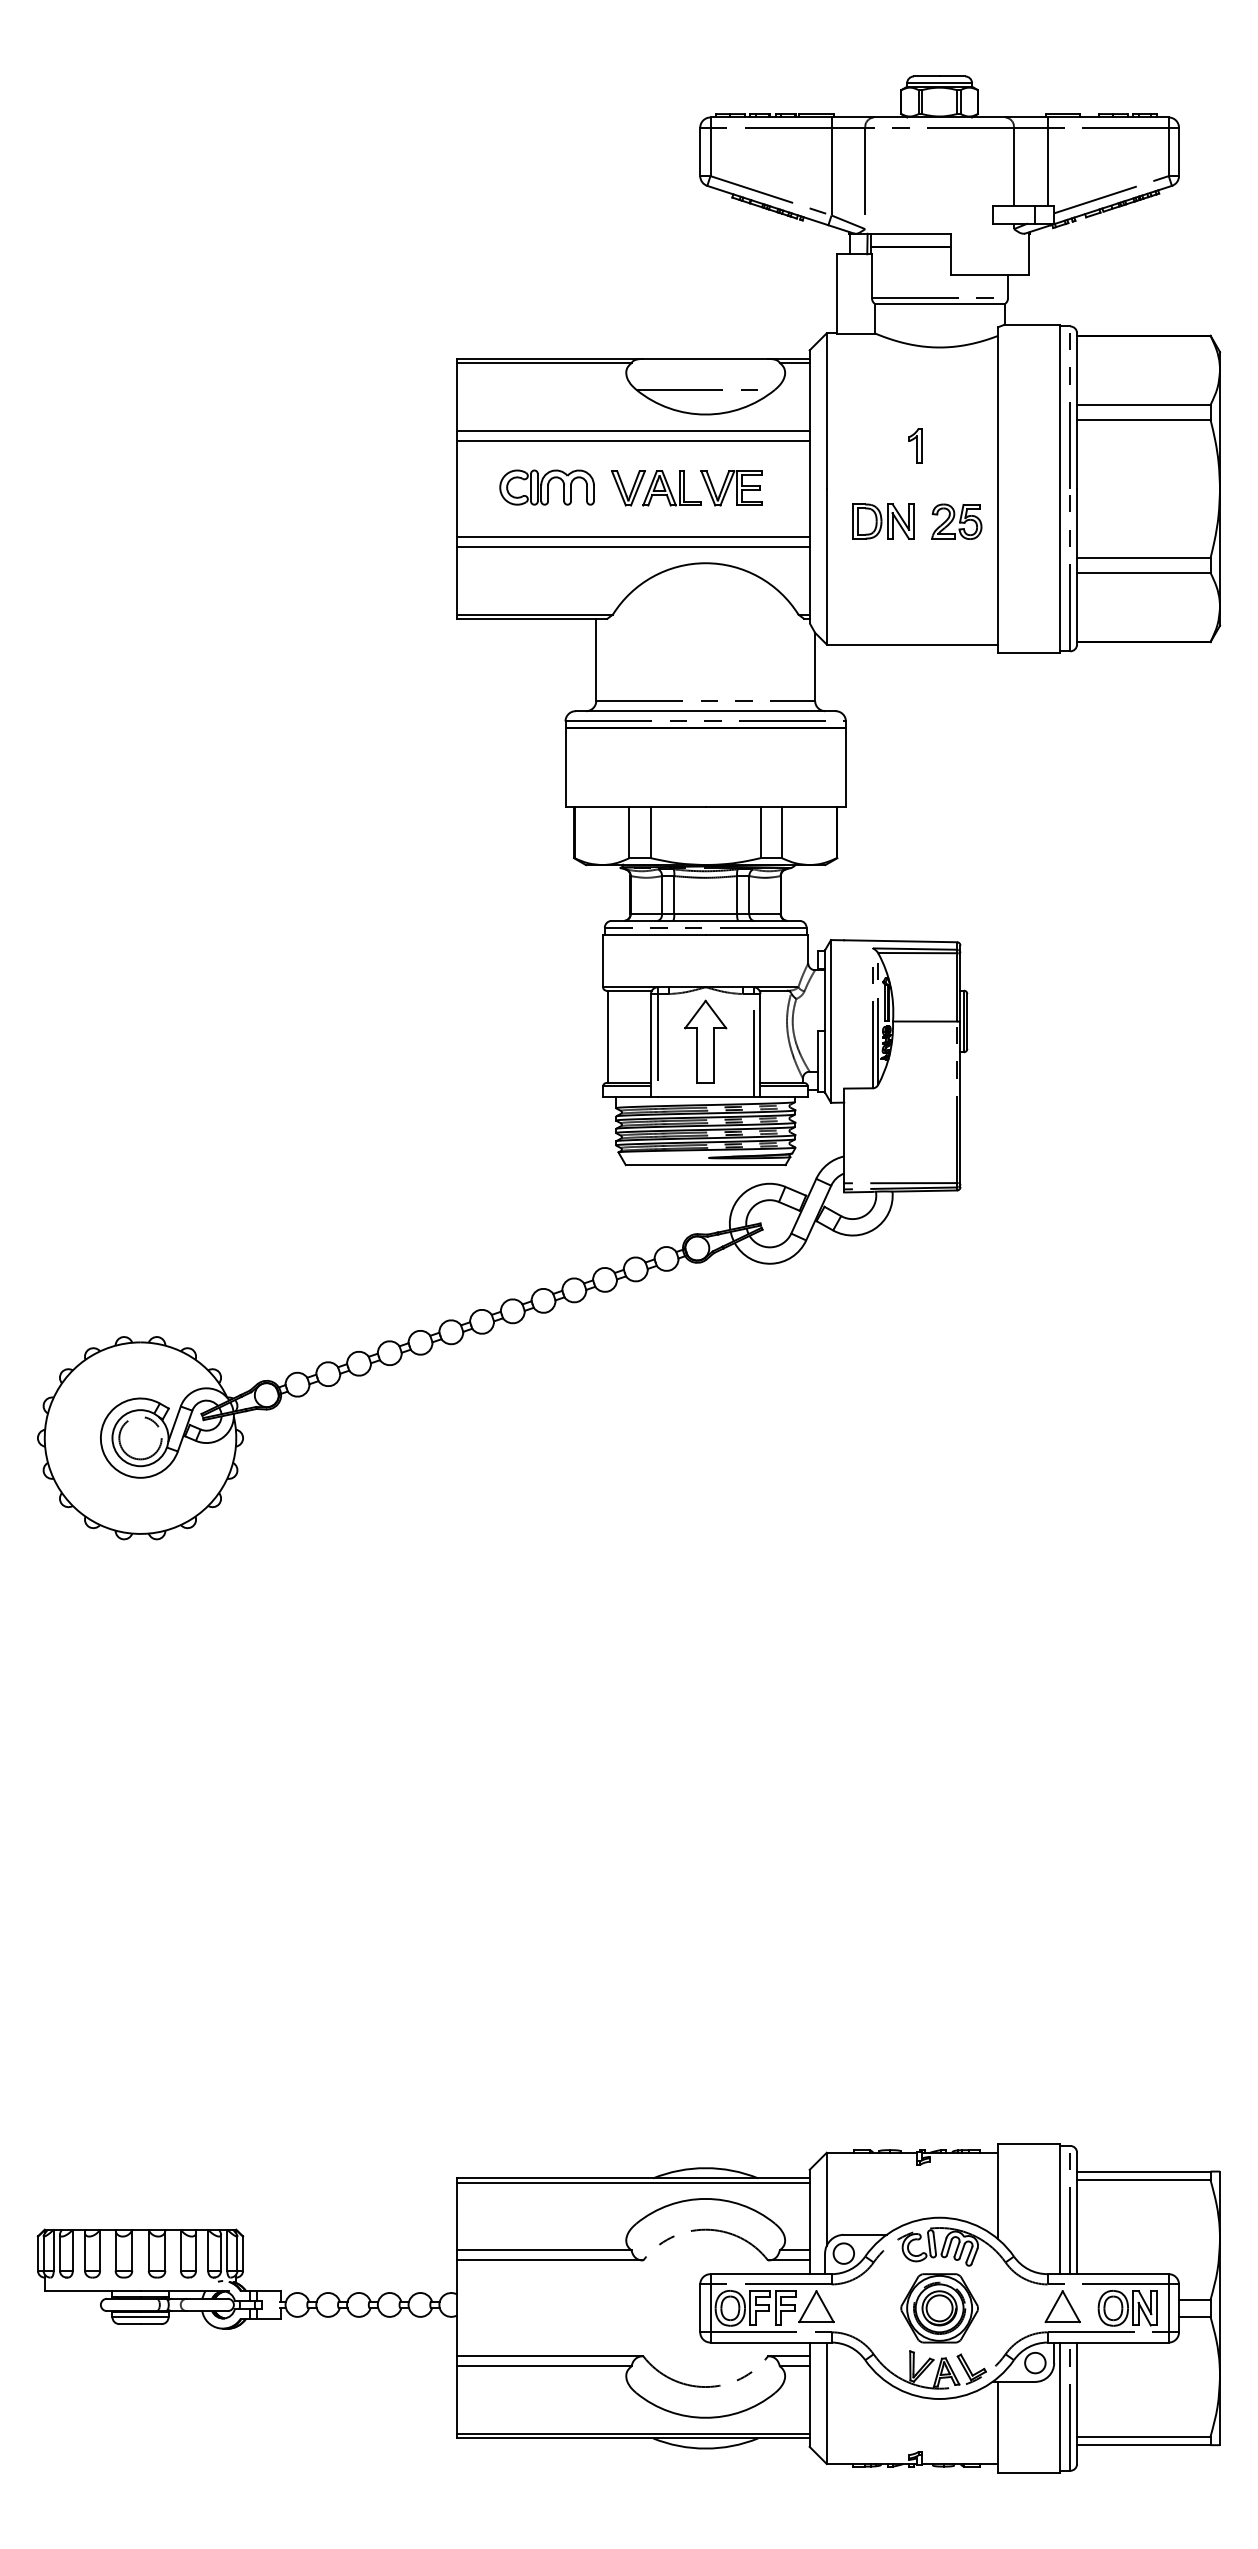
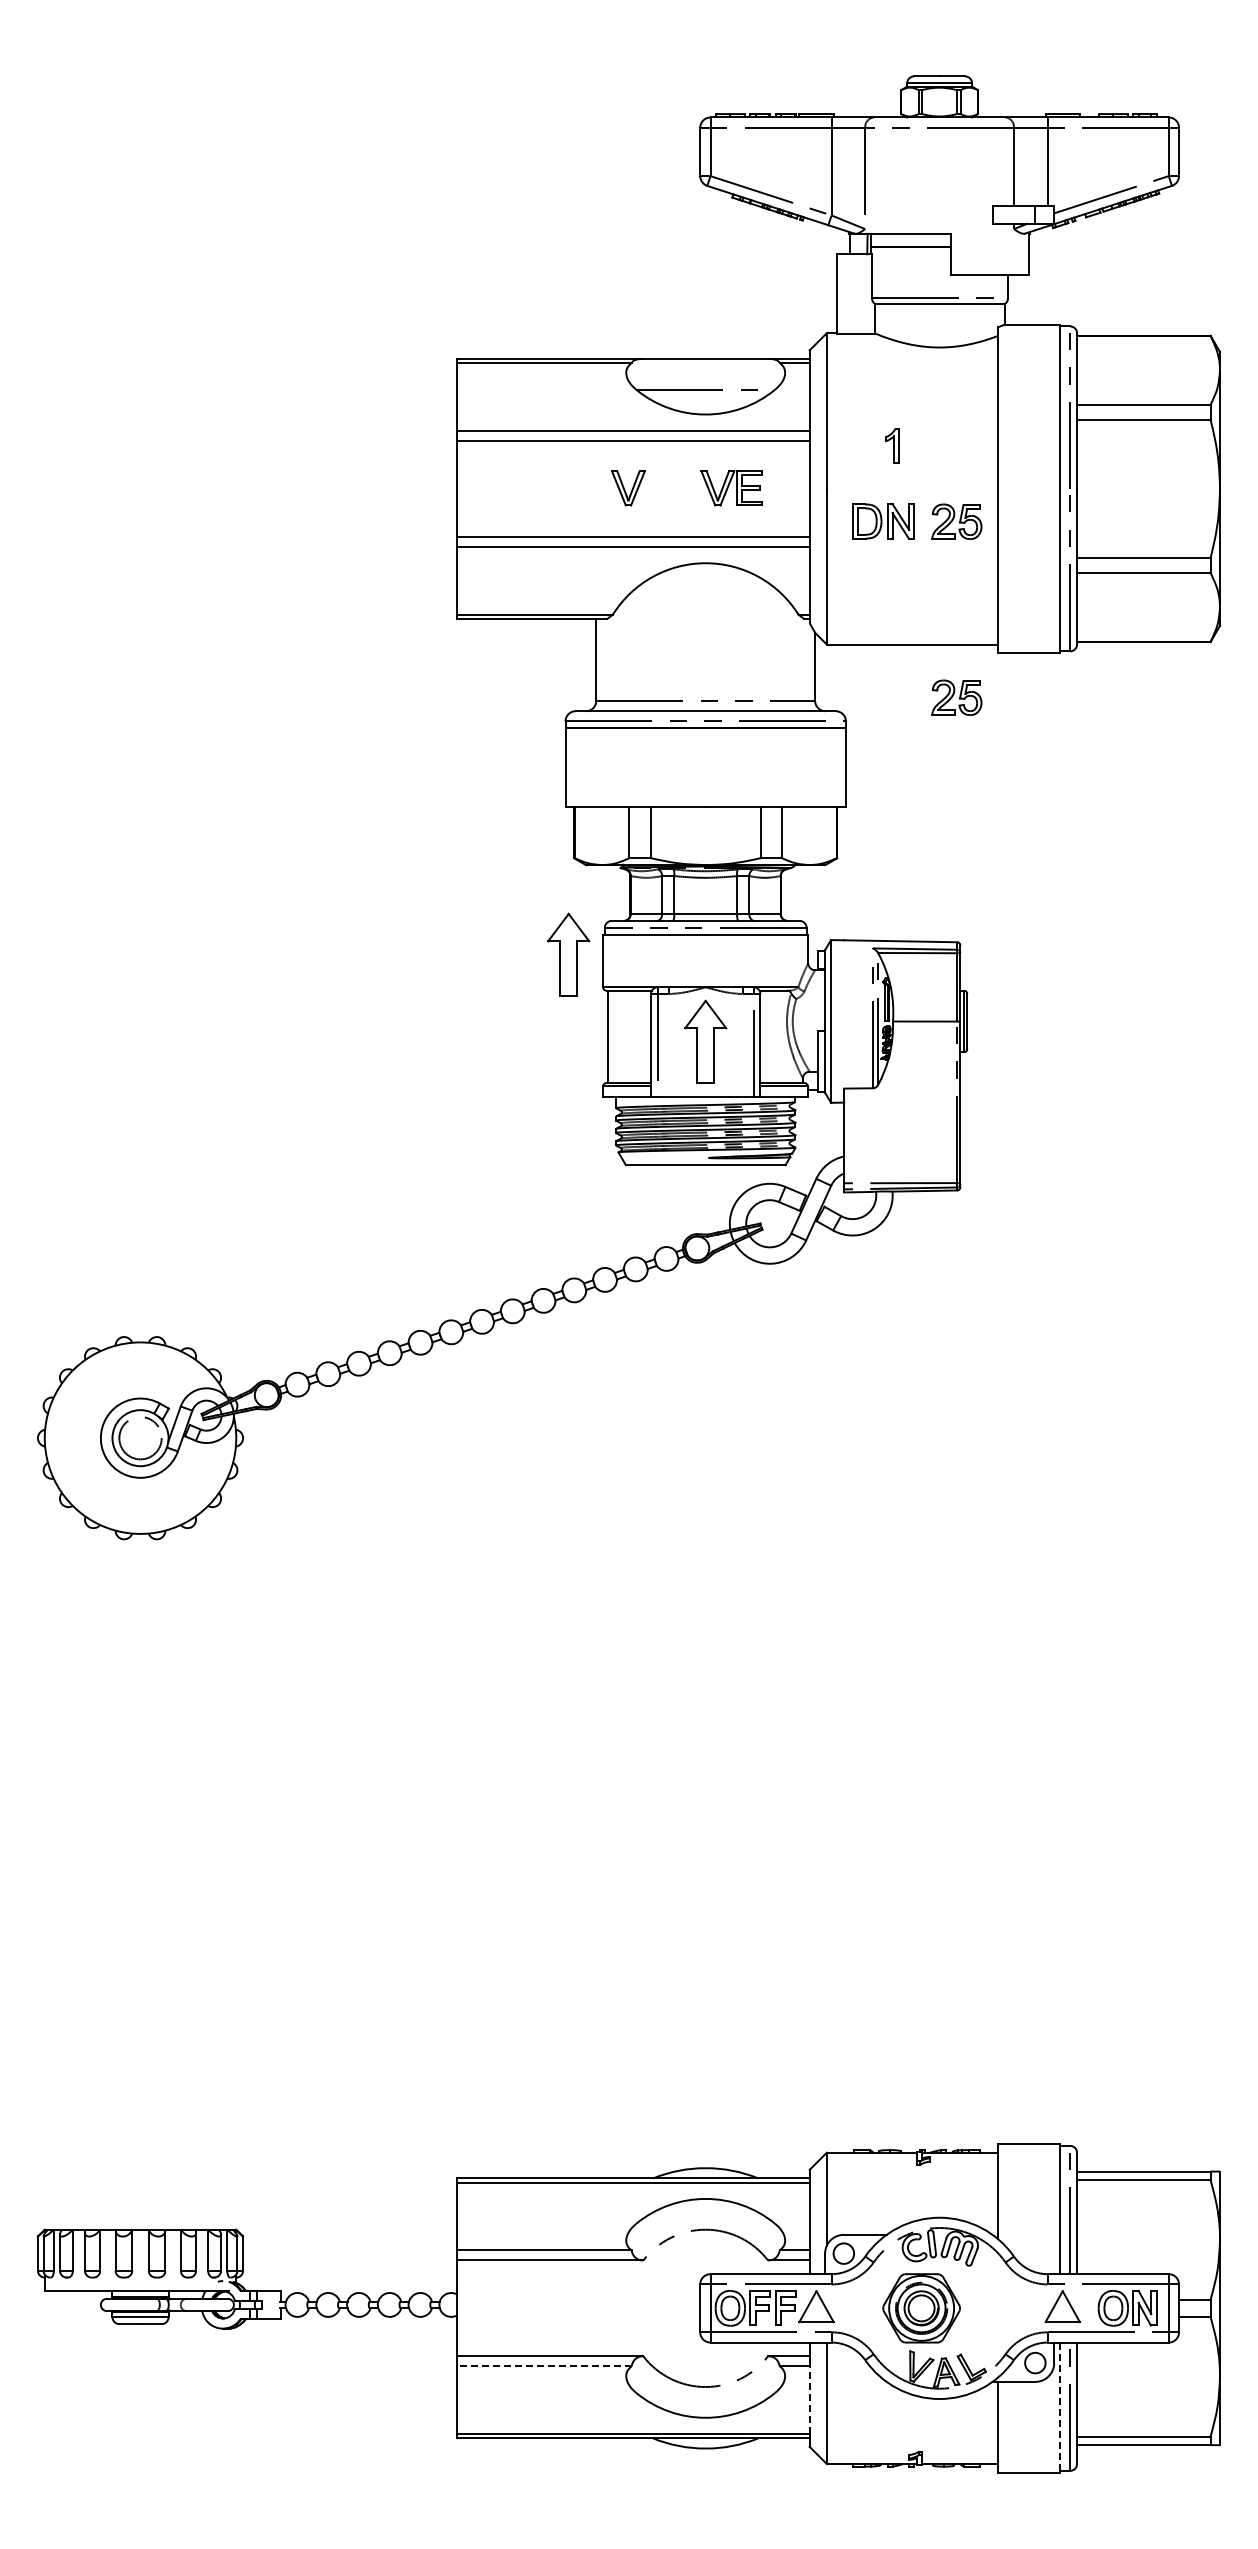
part at (915, 445) position: (915, 445) -> (892, 445)
part at (546, 487): present -> none
part at (671, 488): present -> none
part at (956, 697): none -> present
part at (568, 954): none -> present
part at (939, 2308) position: (939, 2308) -> (921, 2308)
line at (543, 2366): solid -> dashed
line at (809, 2400): solid -> dashed
line at (1060, 2407): solid -> dashed
